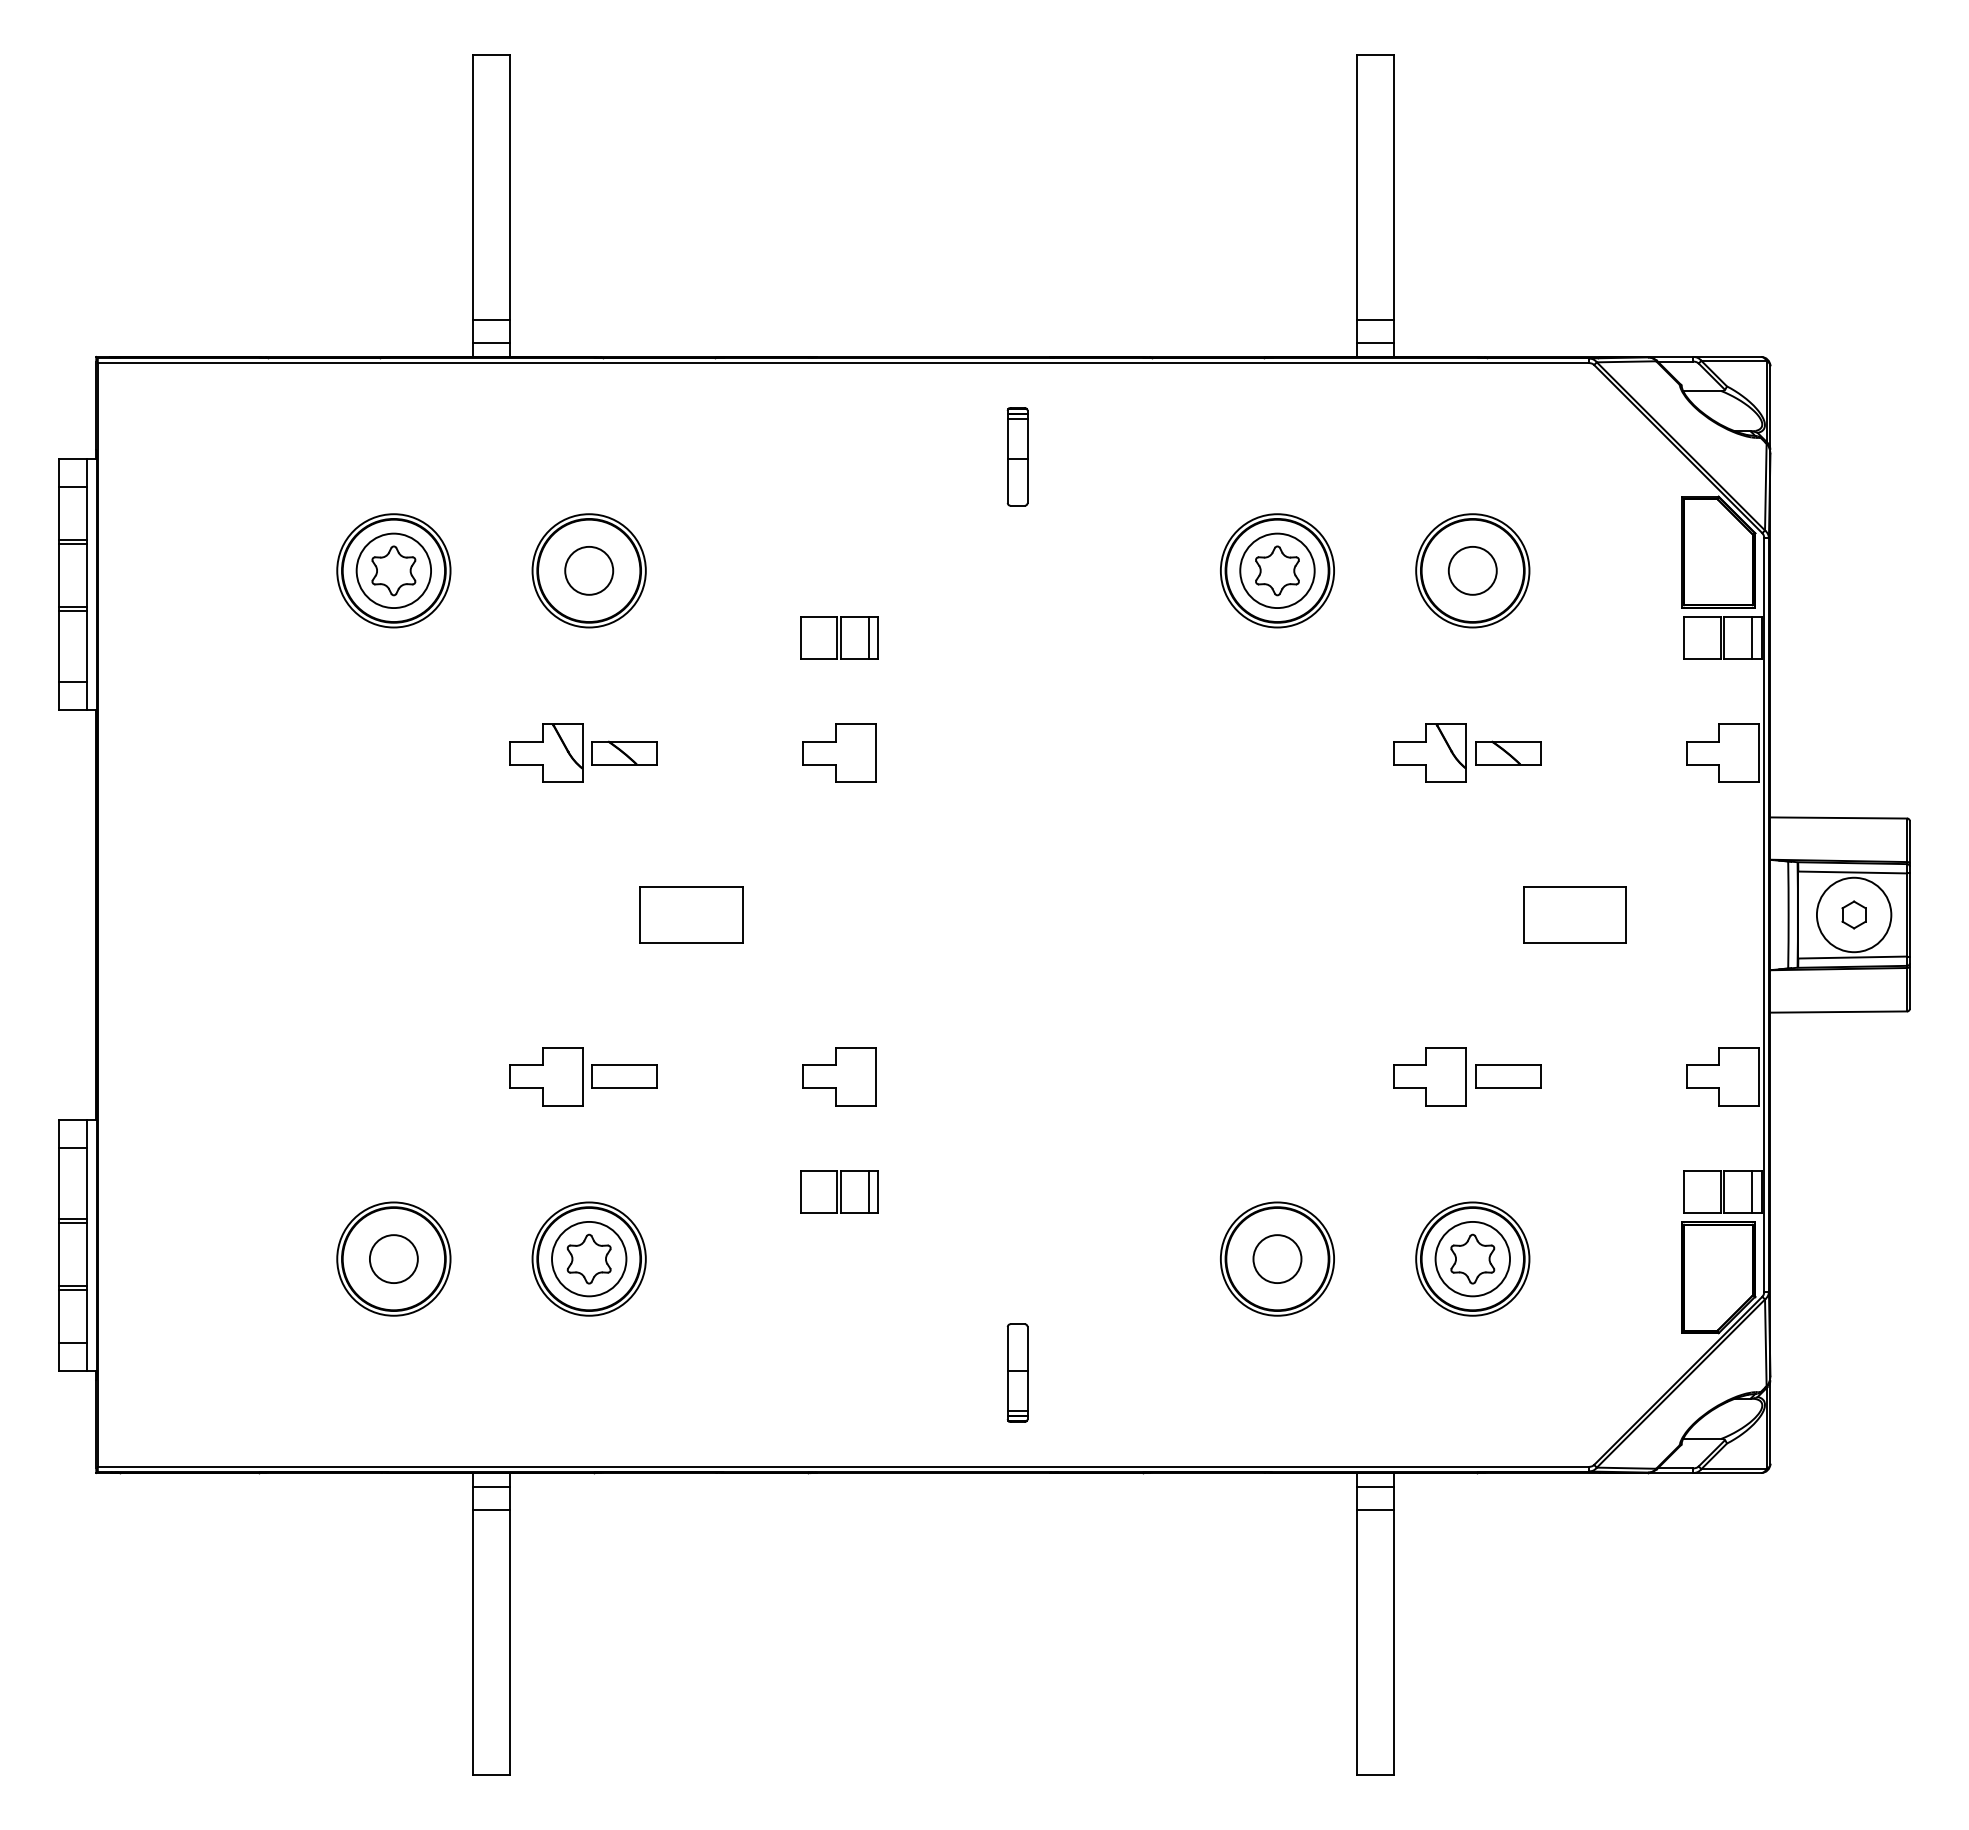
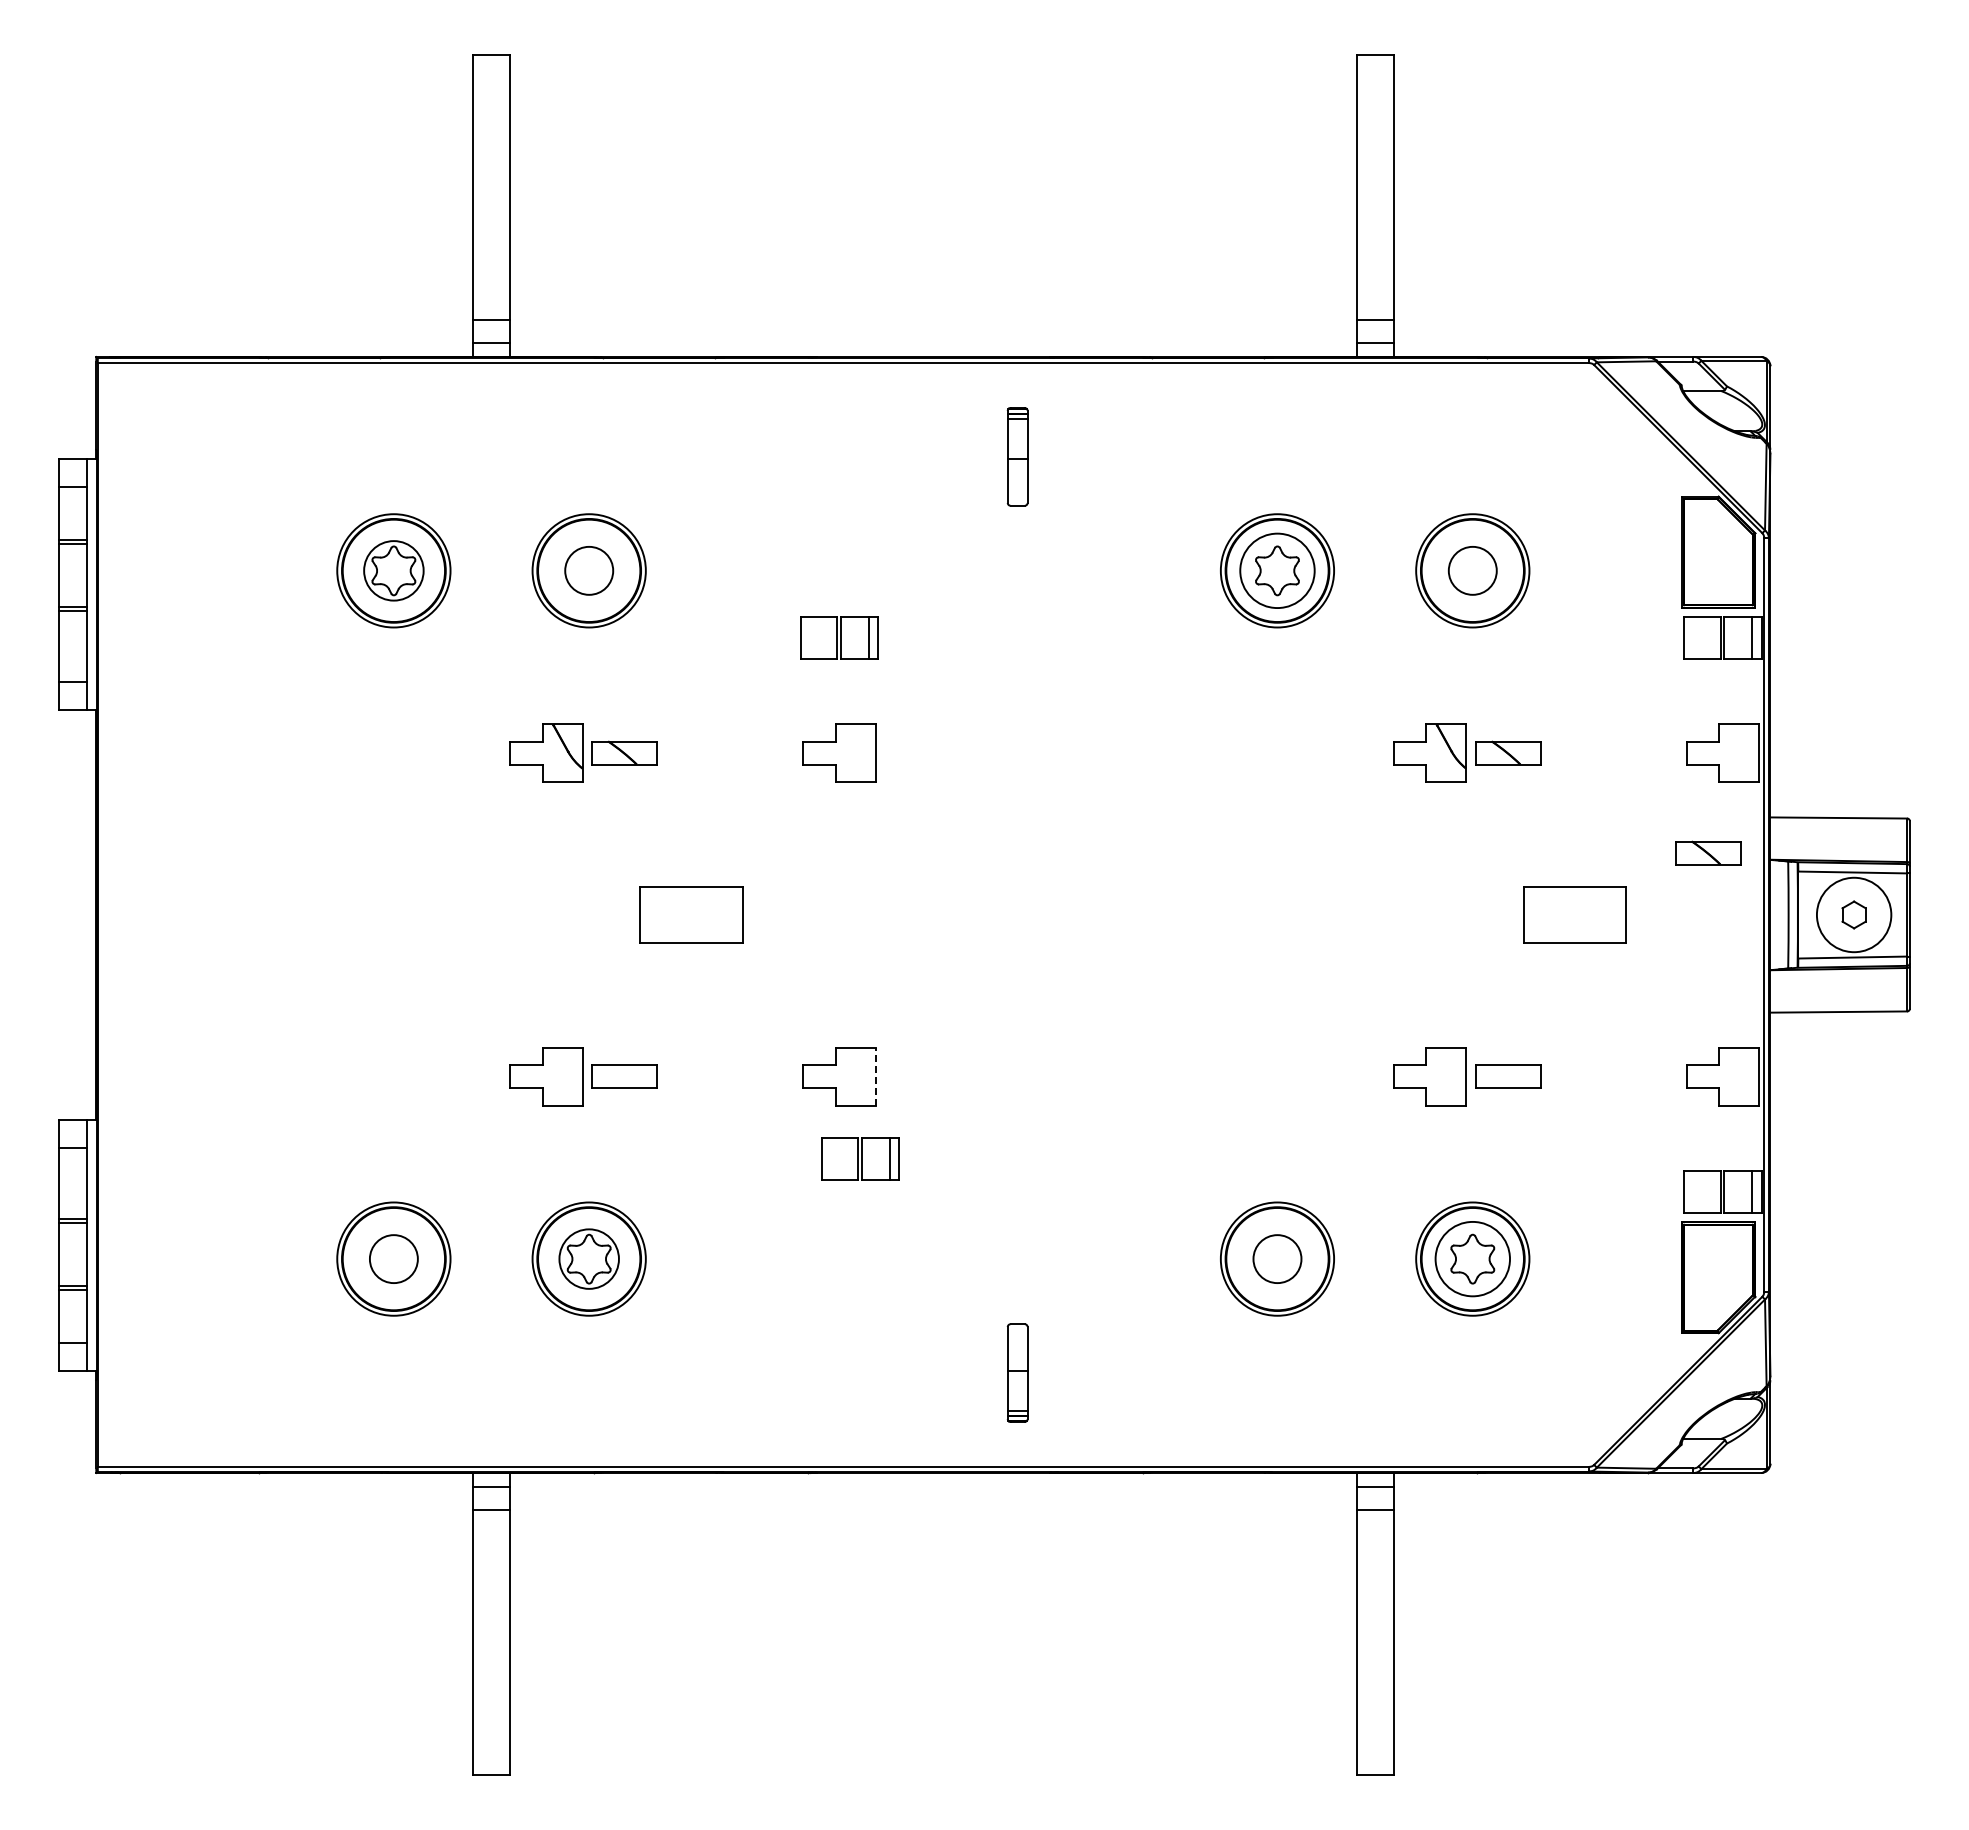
circle at (393, 570) diameter: 74 px -> 60 px
part at (1708, 852): none -> present
line at (875, 1076): solid -> dashed
part at (839, 1191) position: (839, 1191) -> (860, 1158)
circle at (589, 1258) diameter: 74 px -> 60 px
